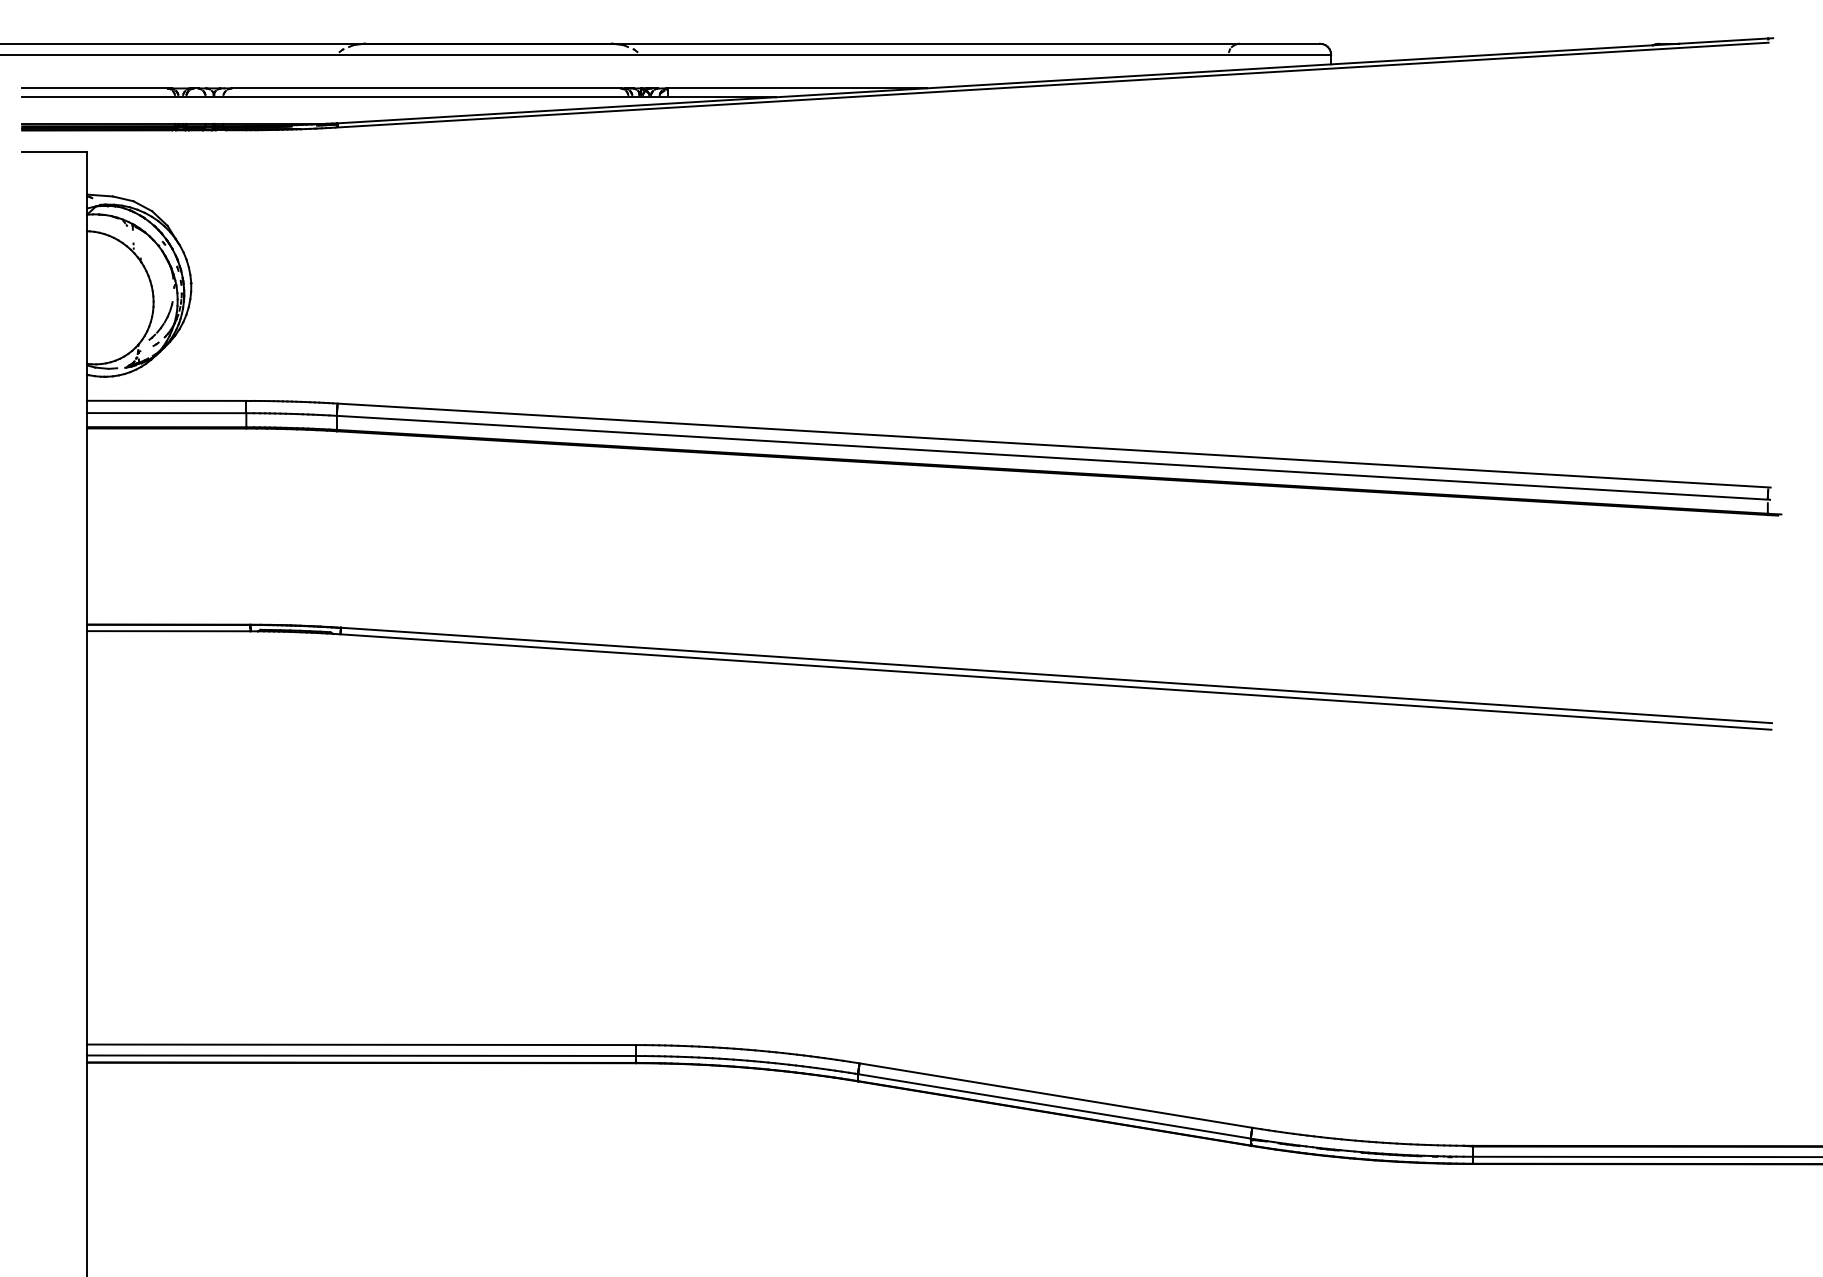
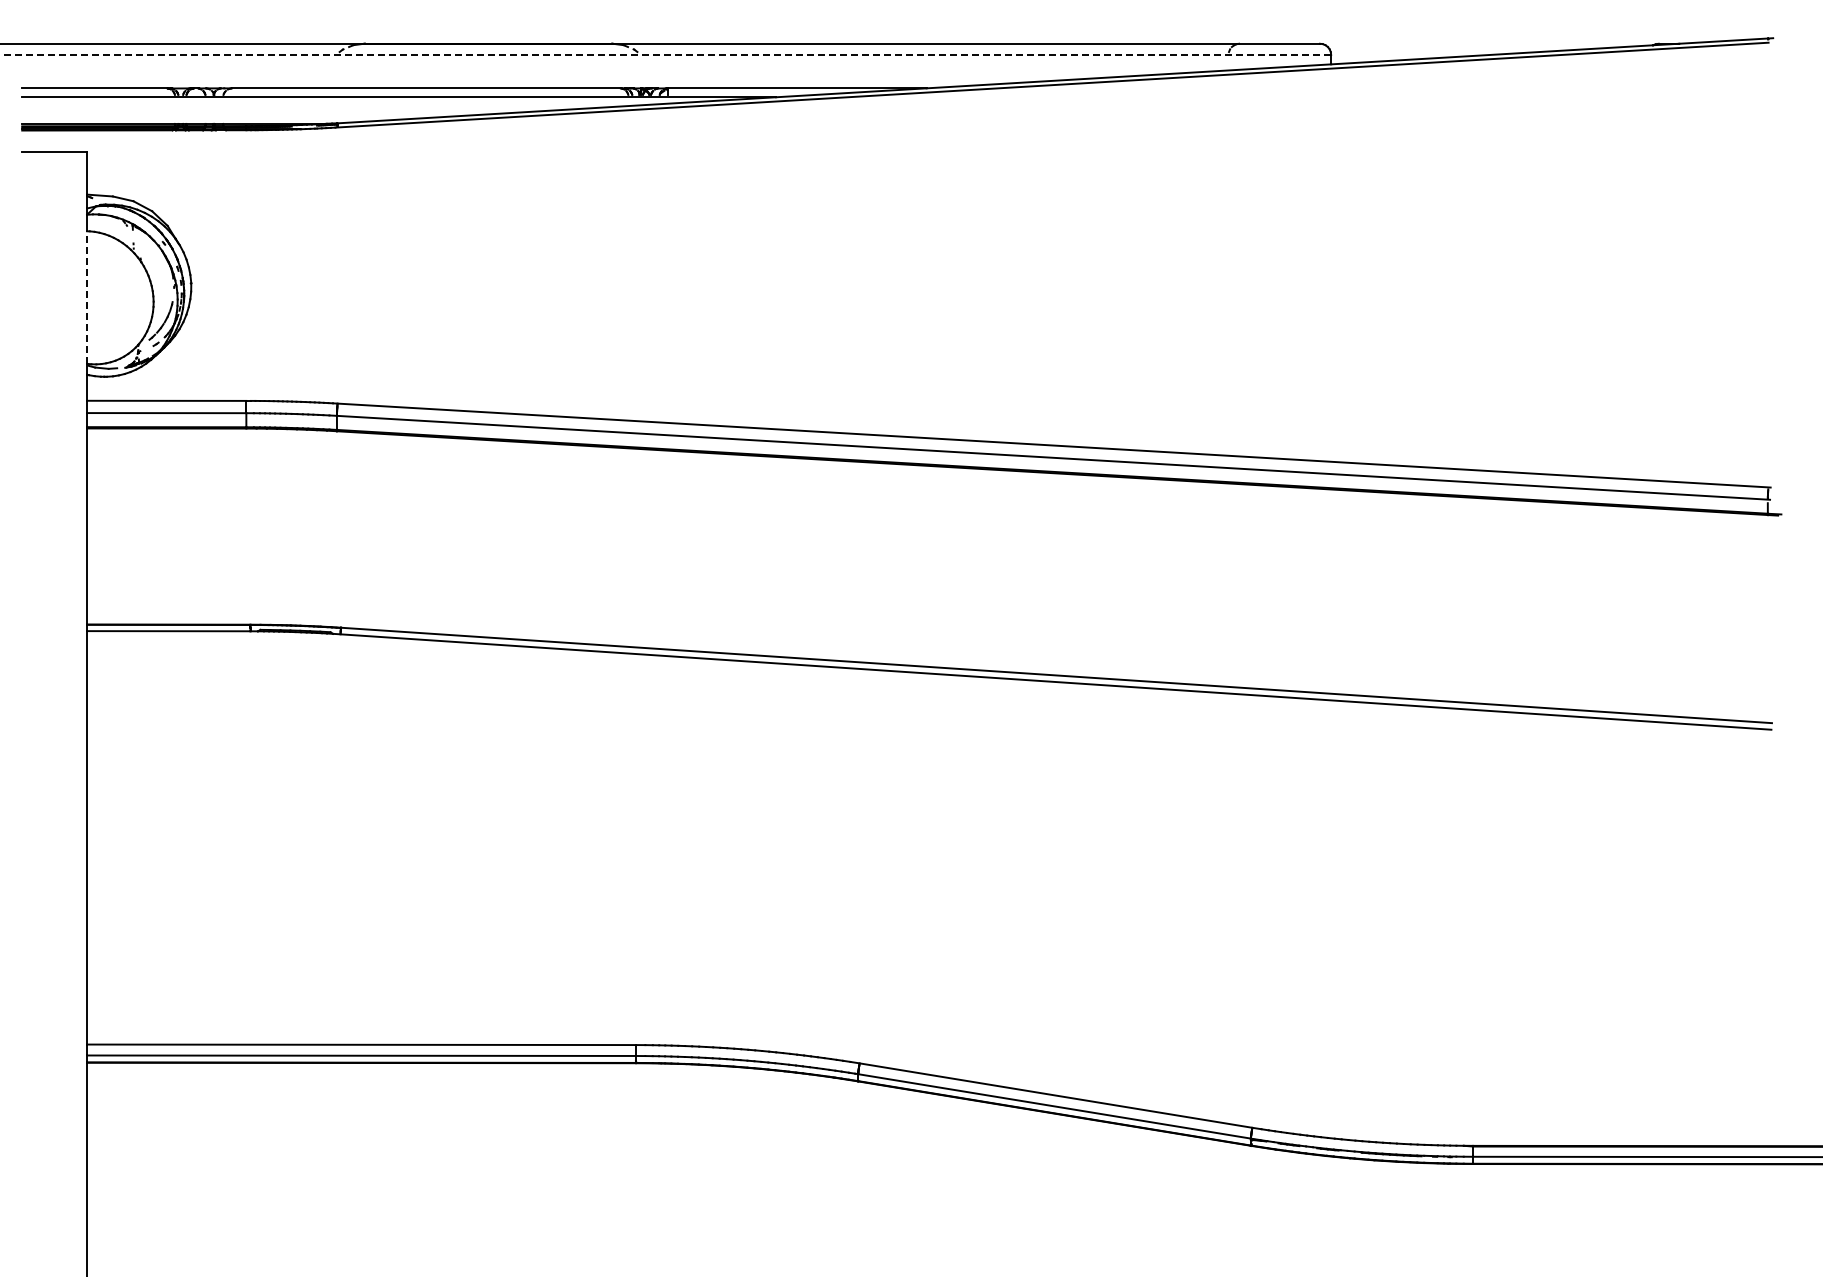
line at (665, 54): solid -> dashed
line at (87, 297): solid -> dashed
